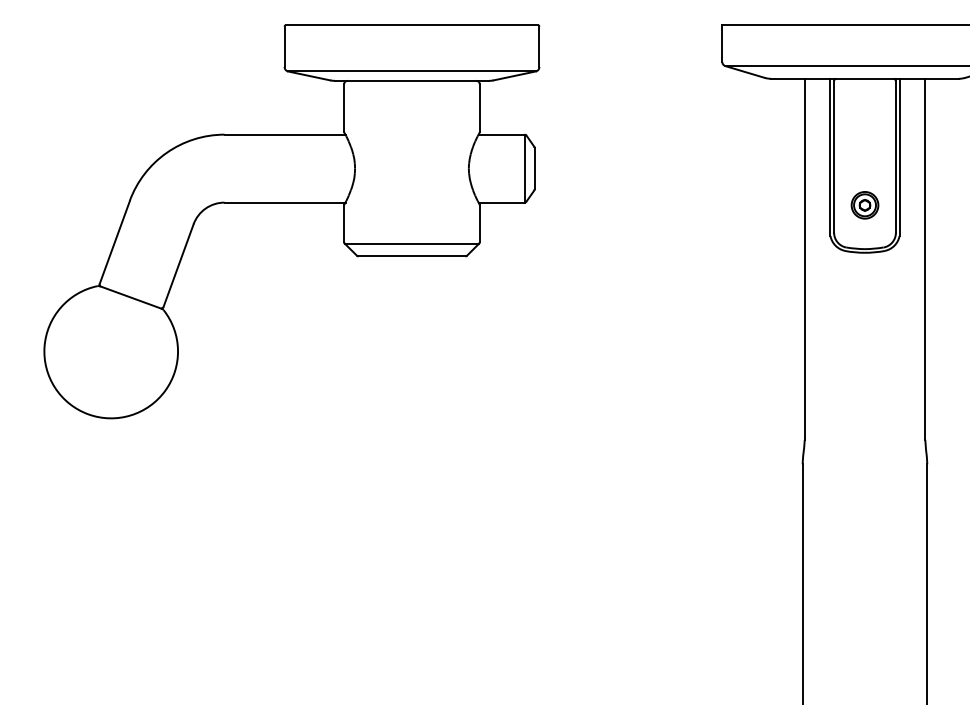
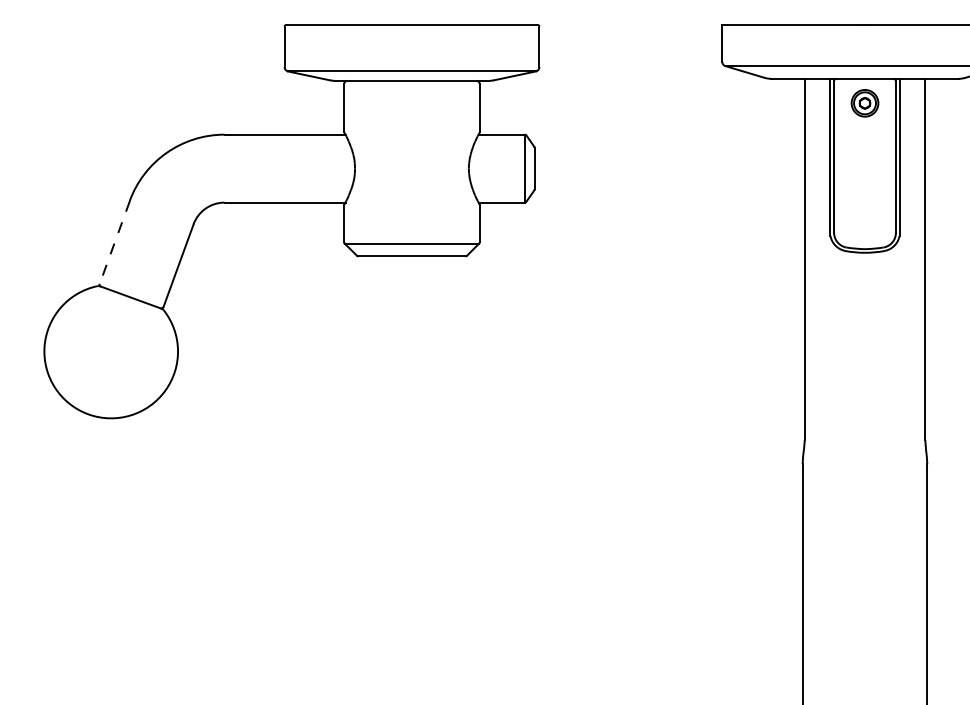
part at (864, 205) position: (864, 205) -> (864, 103)
line at (114, 242): solid -> dashed
